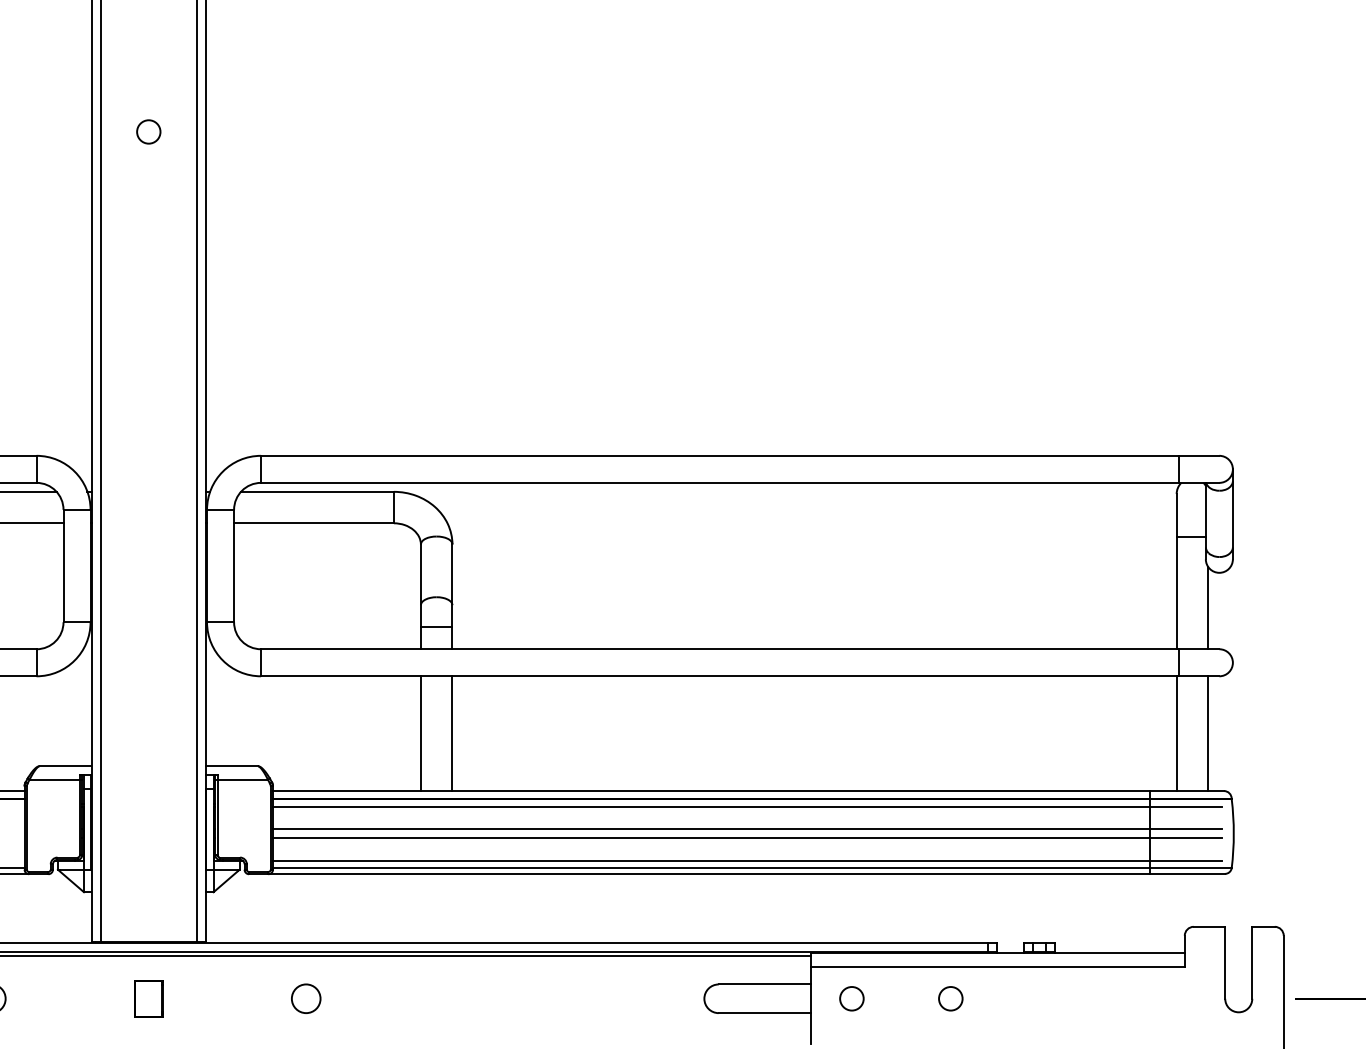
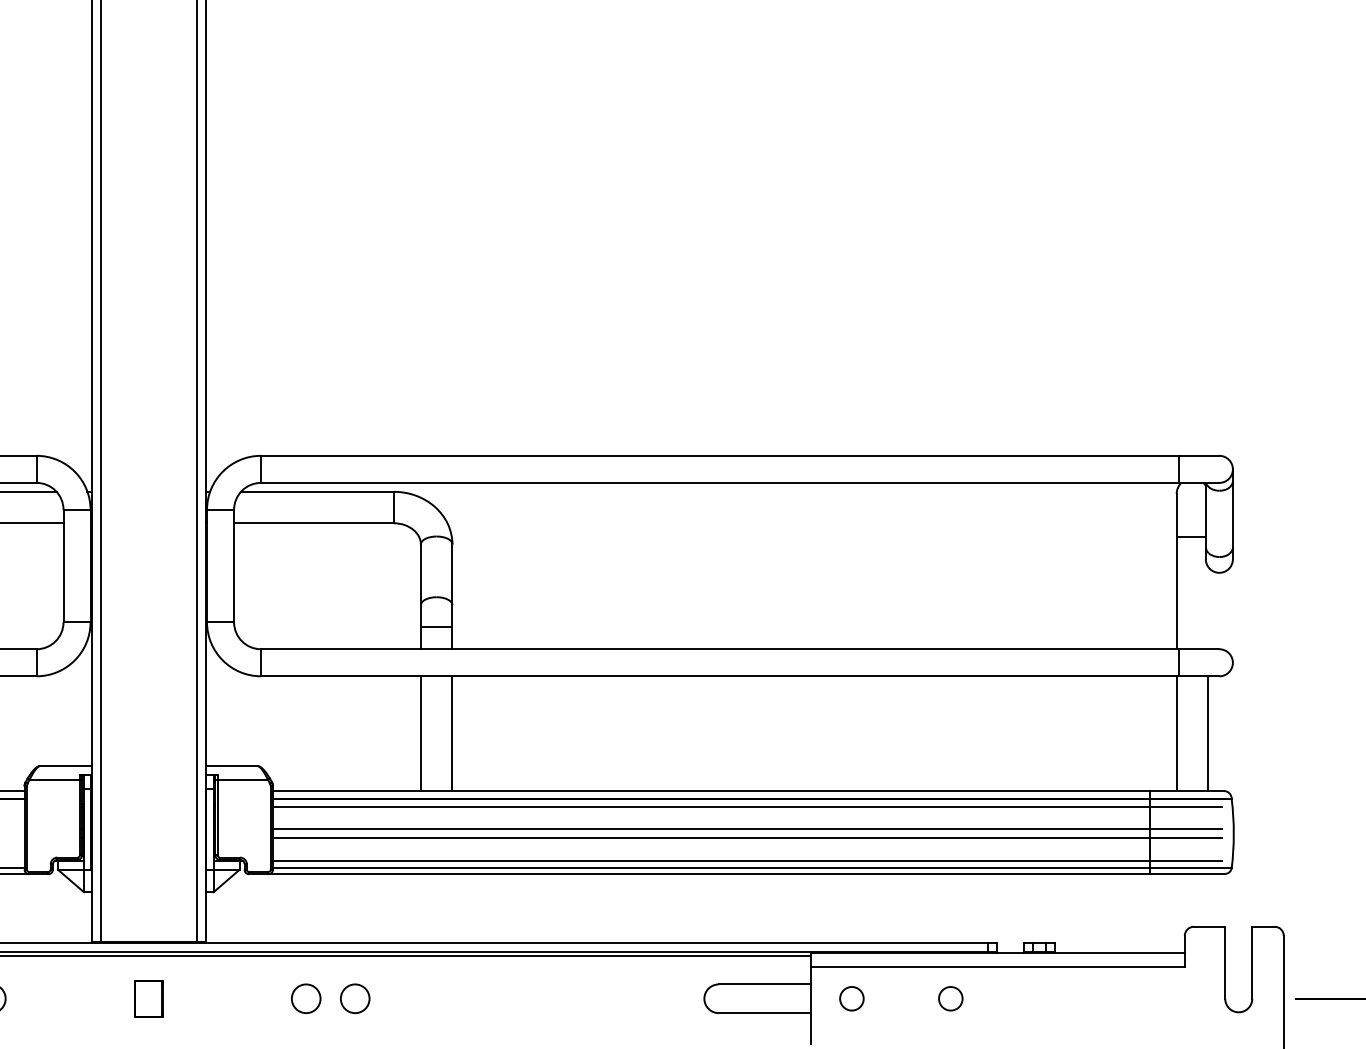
circle at (148, 131): present -> none
line at (1208, 607): present -> none
circle at (355, 998): none -> present
